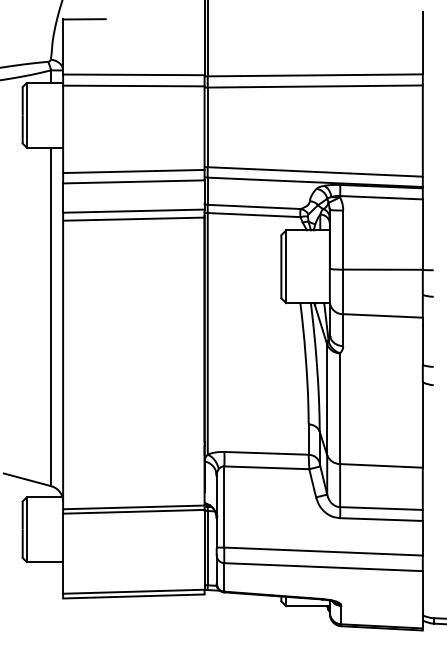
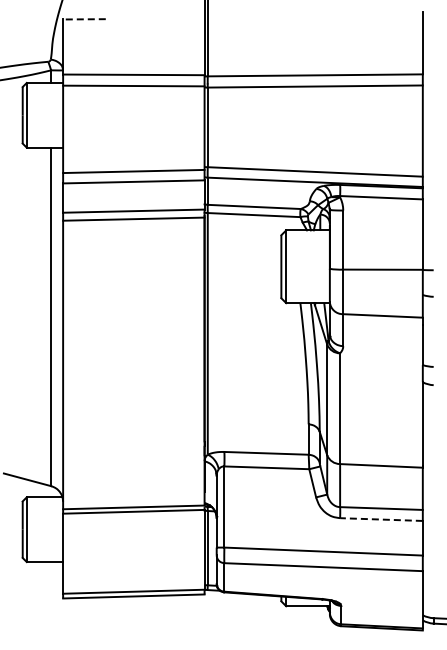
line at (83, 19): solid -> dashed
line at (380, 519): solid -> dashed
